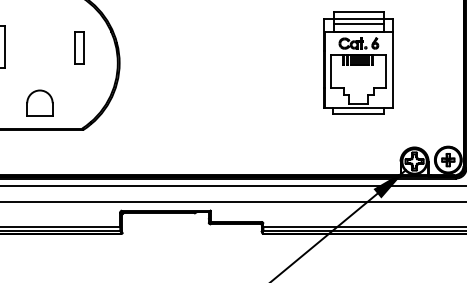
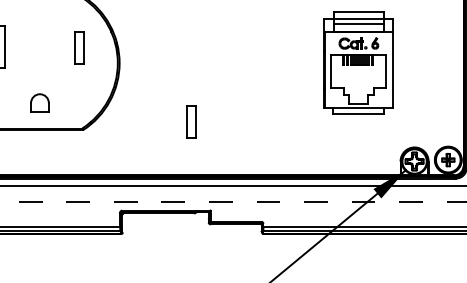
part at (39, 102) size: 28x28 px -> 20x20 px
part at (191, 121): none -> present
line at (233, 201): solid -> dashed
